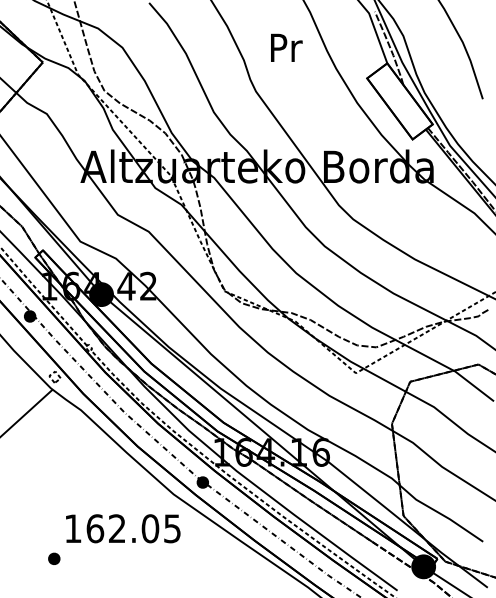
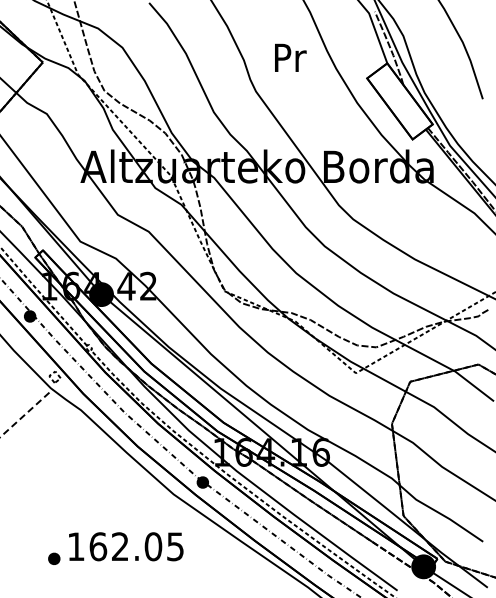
text at (286, 47) position: (286, 47) -> (290, 57)
line at (26, 413): solid -> dashed
text at (123, 528) position: (123, 528) -> (126, 546)
